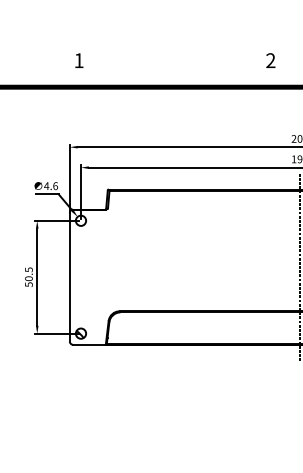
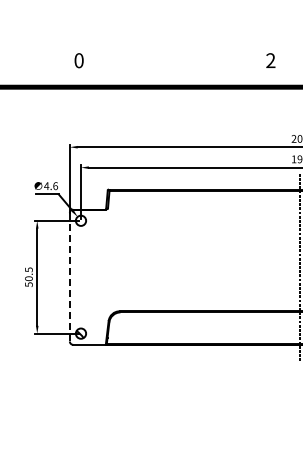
text at (78, 60): 1 -> 0
line at (69, 276): solid -> dashed
